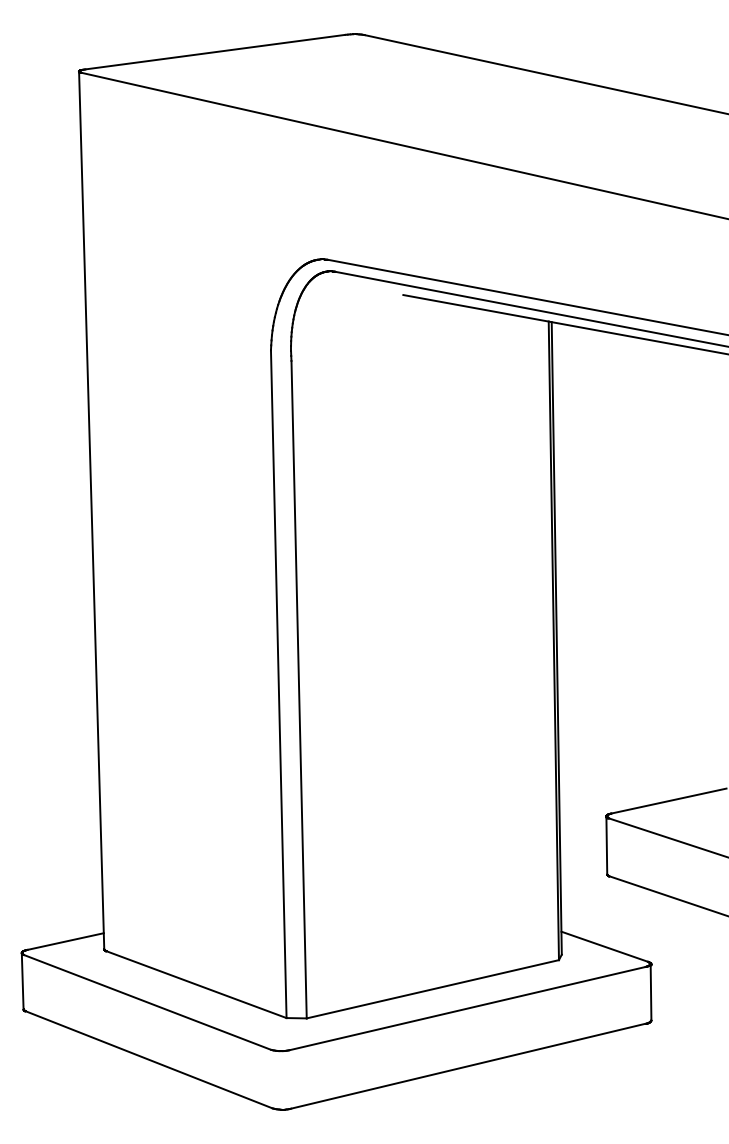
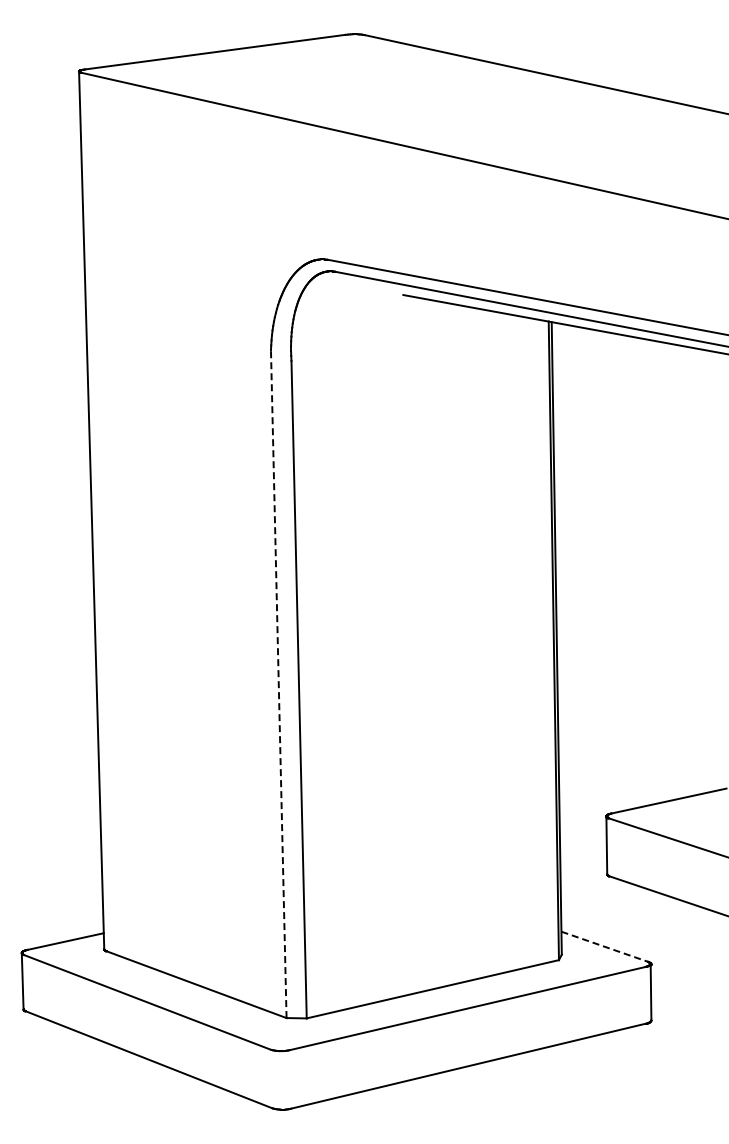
line at (278, 684): solid -> dashed
line at (604, 946): solid -> dashed
